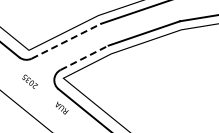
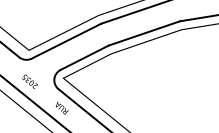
line at (66, 41): dashed -> solid
line at (84, 57): dashed -> solid
line at (34, 103): none -> present
